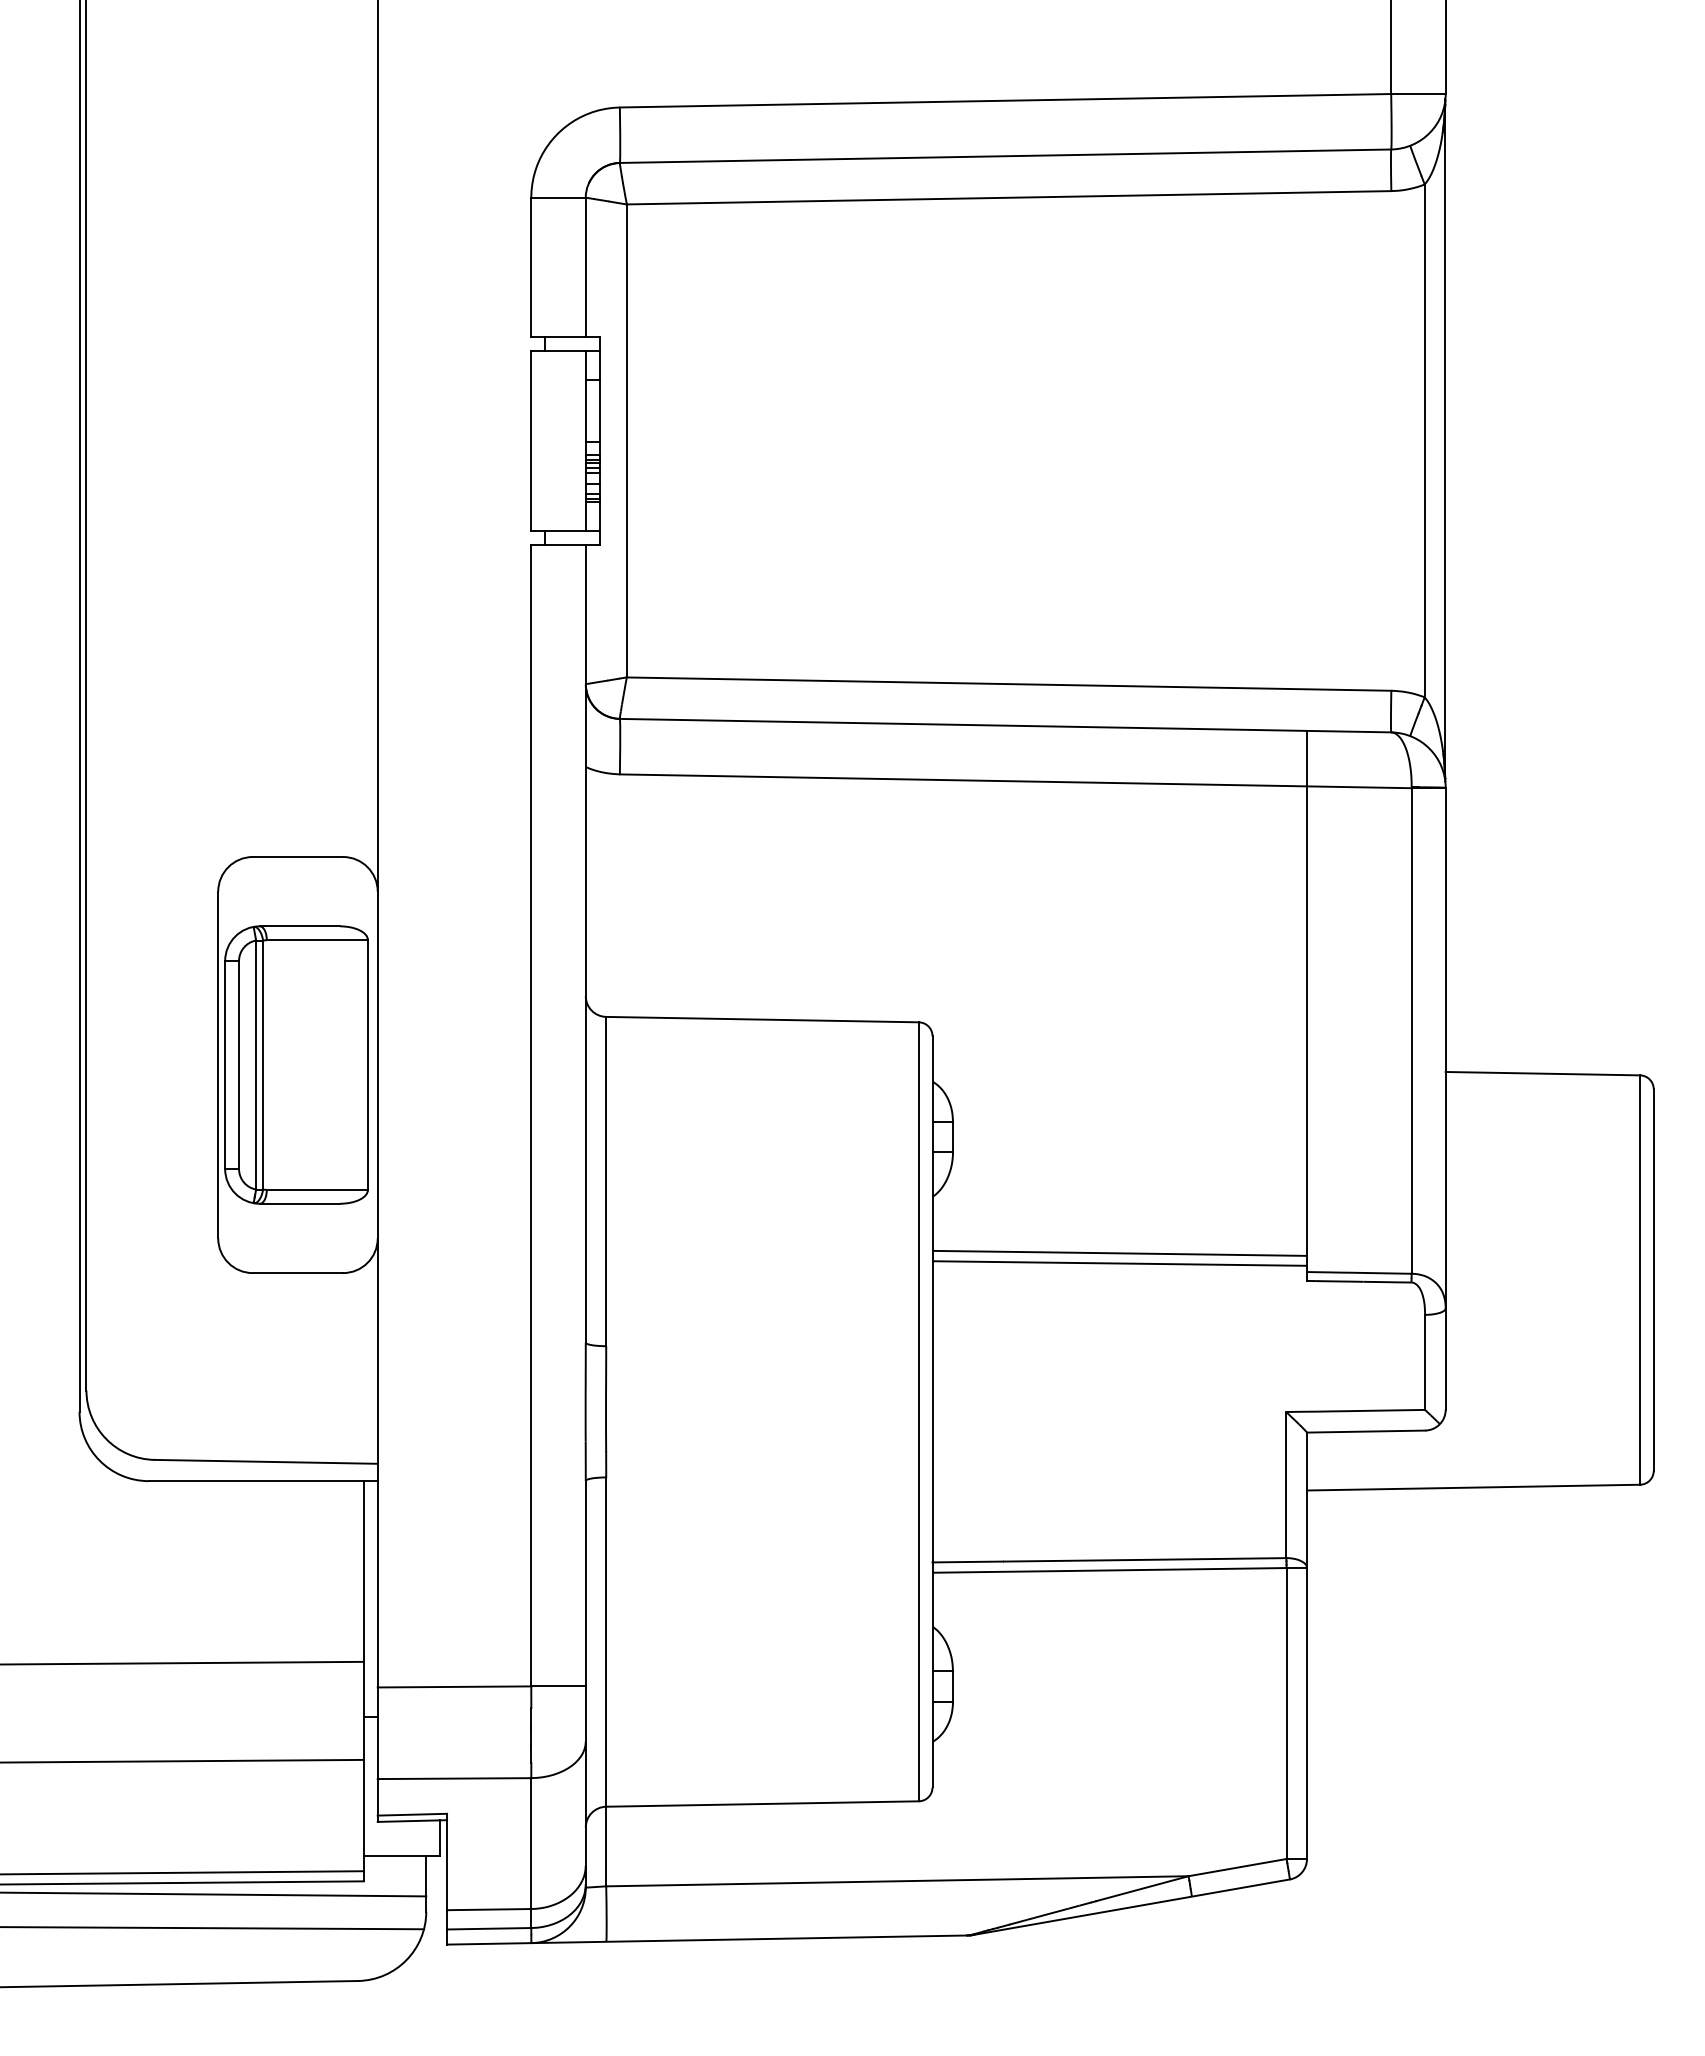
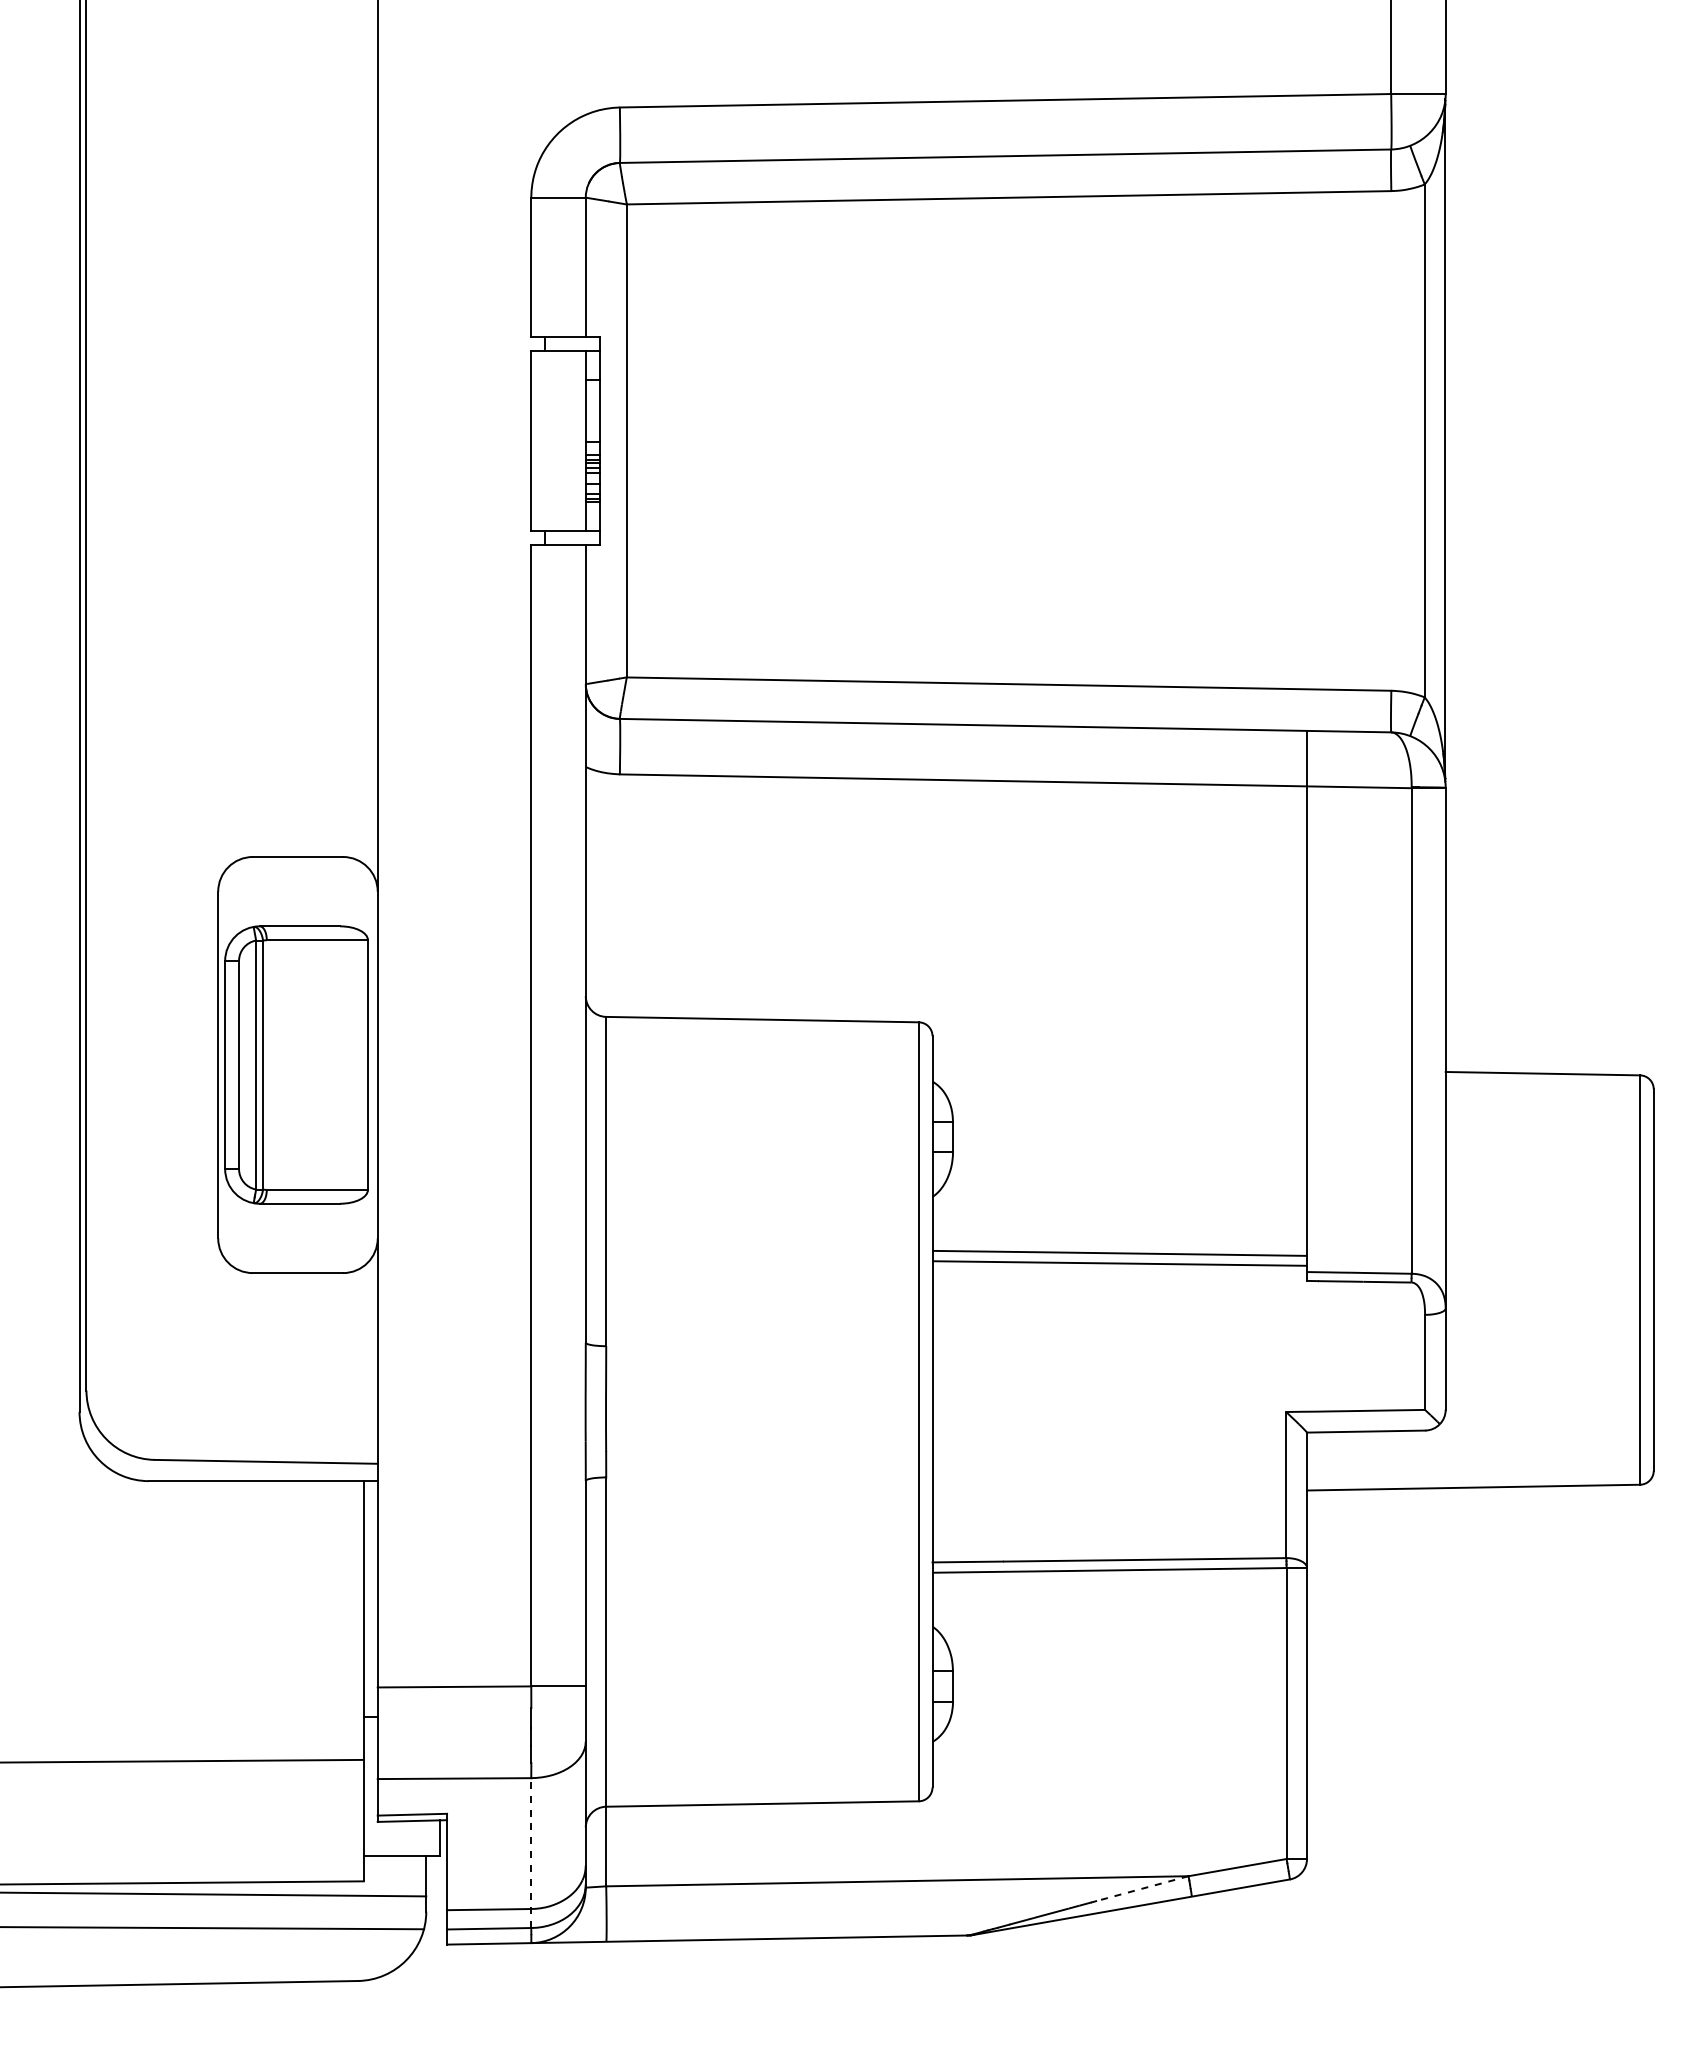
line at (182, 1662): present -> none
line at (531, 1853): solid -> dashed
line at (182, 1872): present -> none
line at (1142, 1888): solid -> dashed
